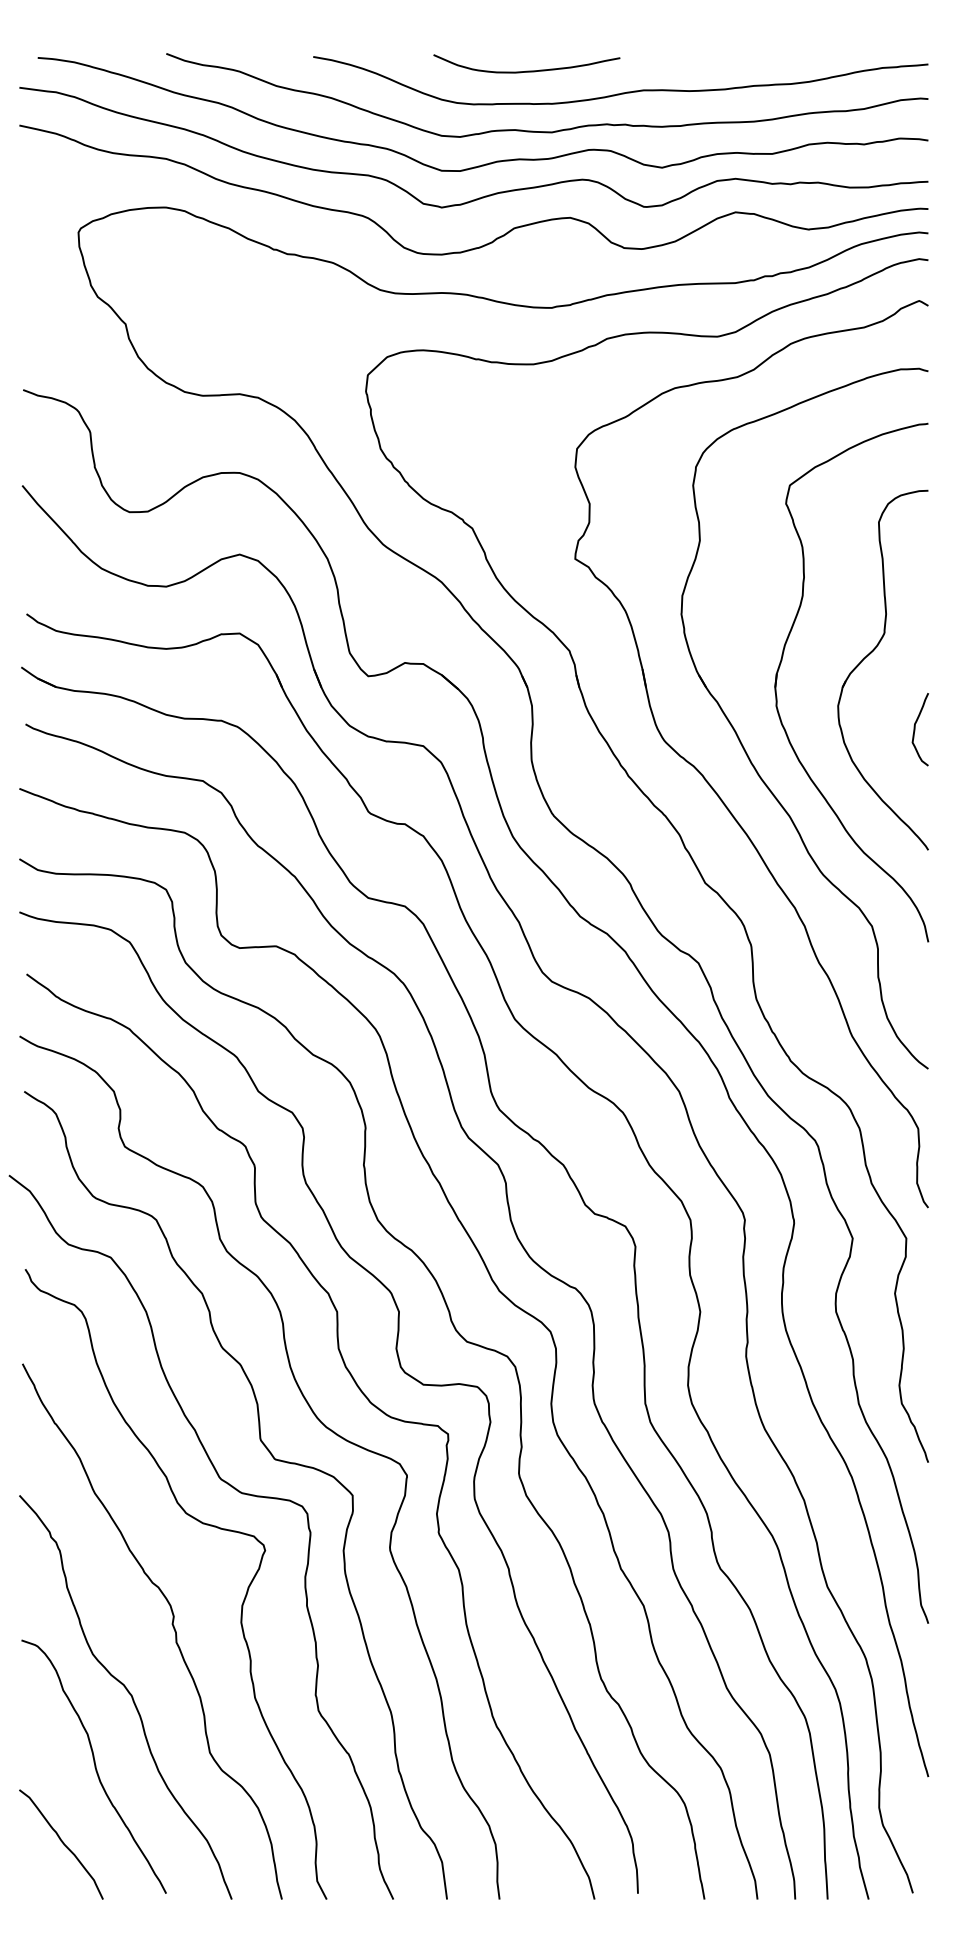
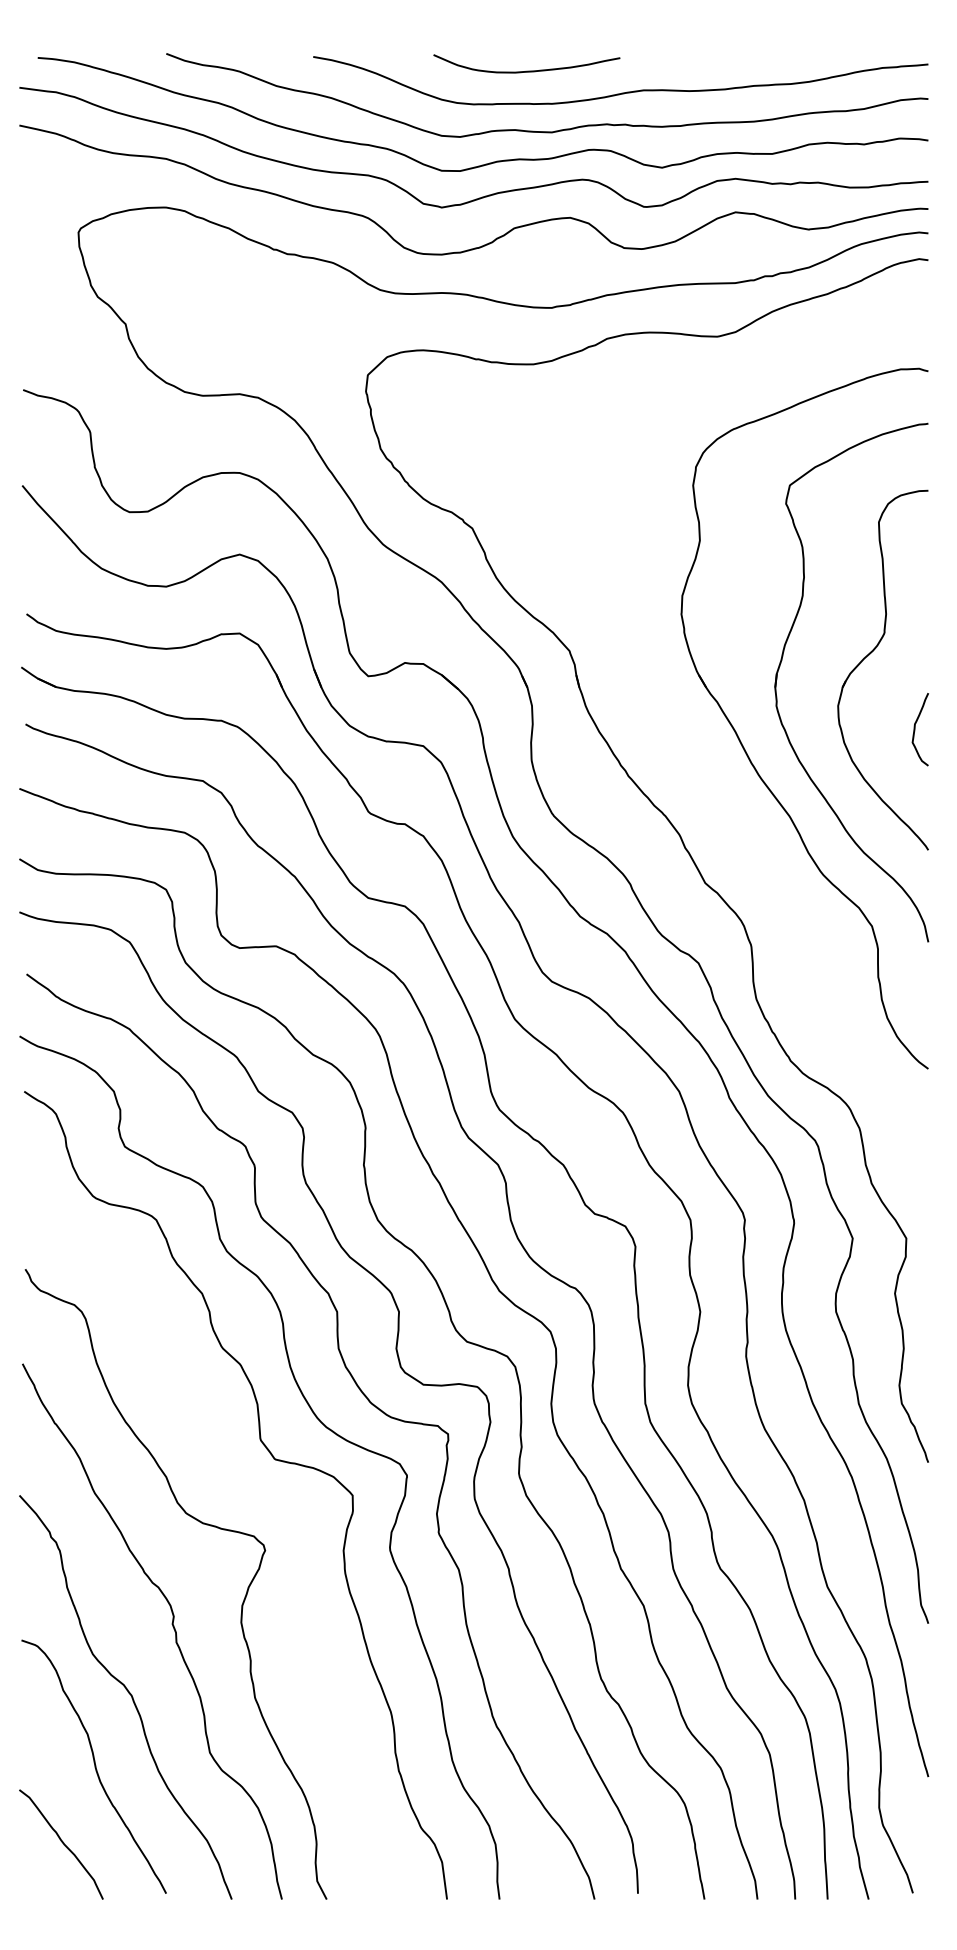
part at (712, 786): present -> none
curve at (235, 1490): present -> none
